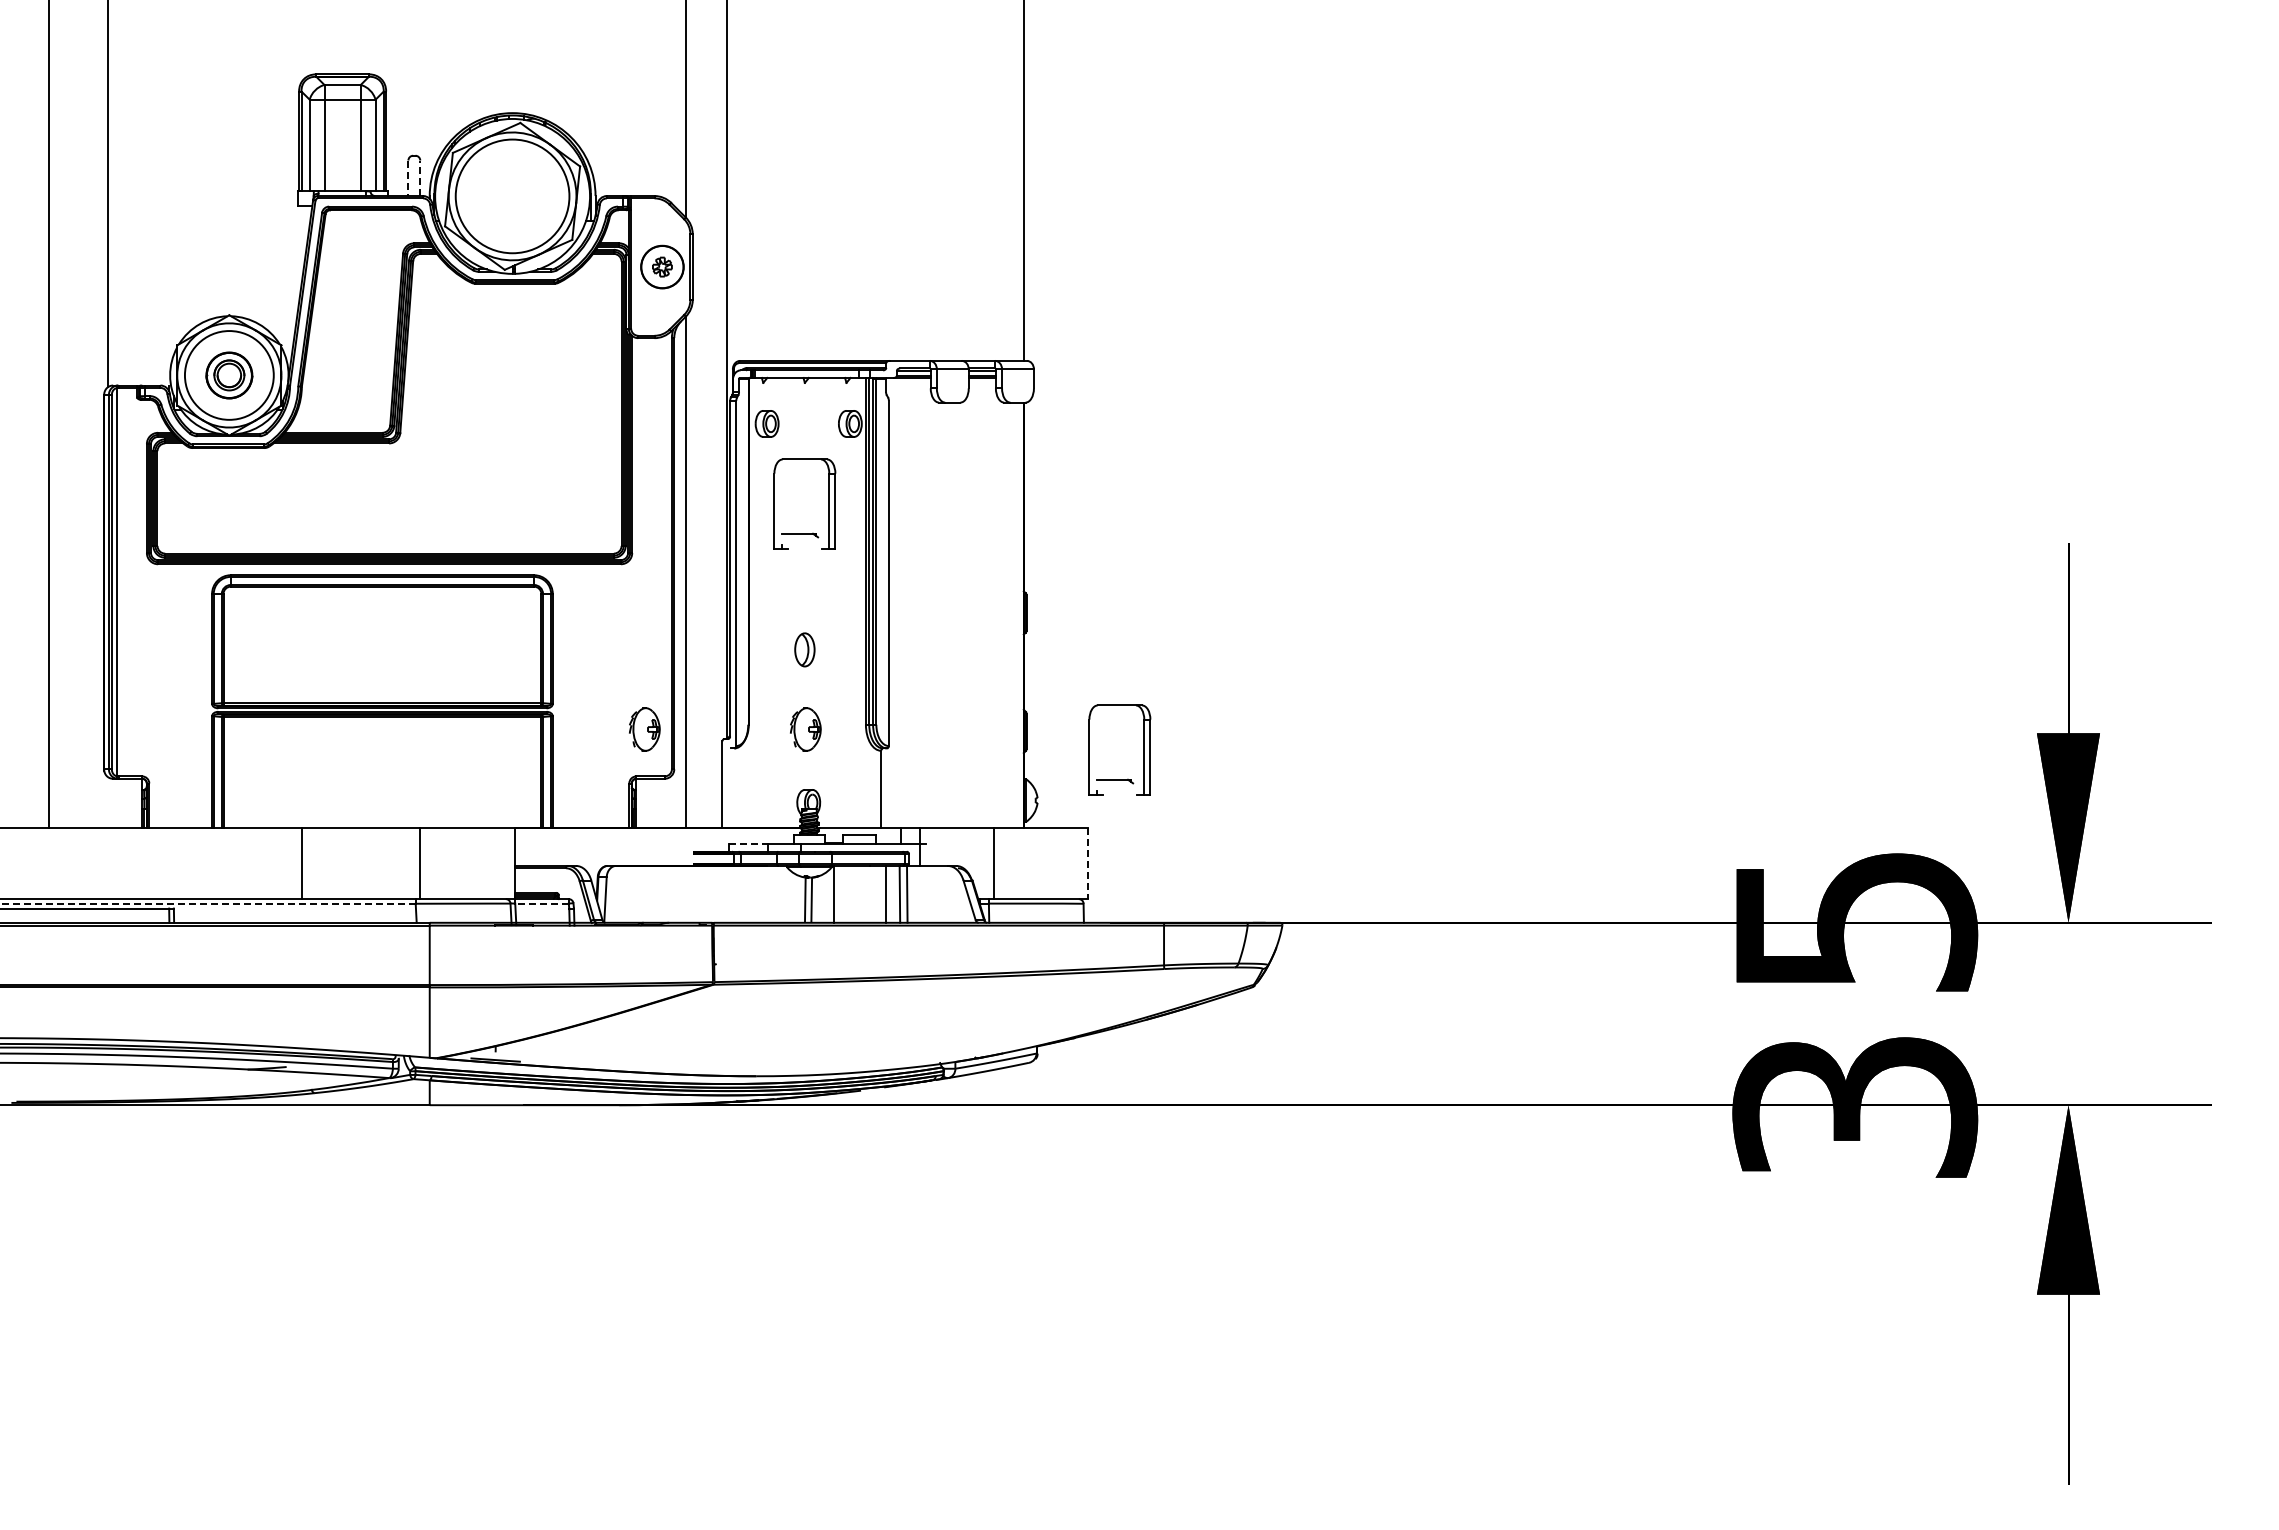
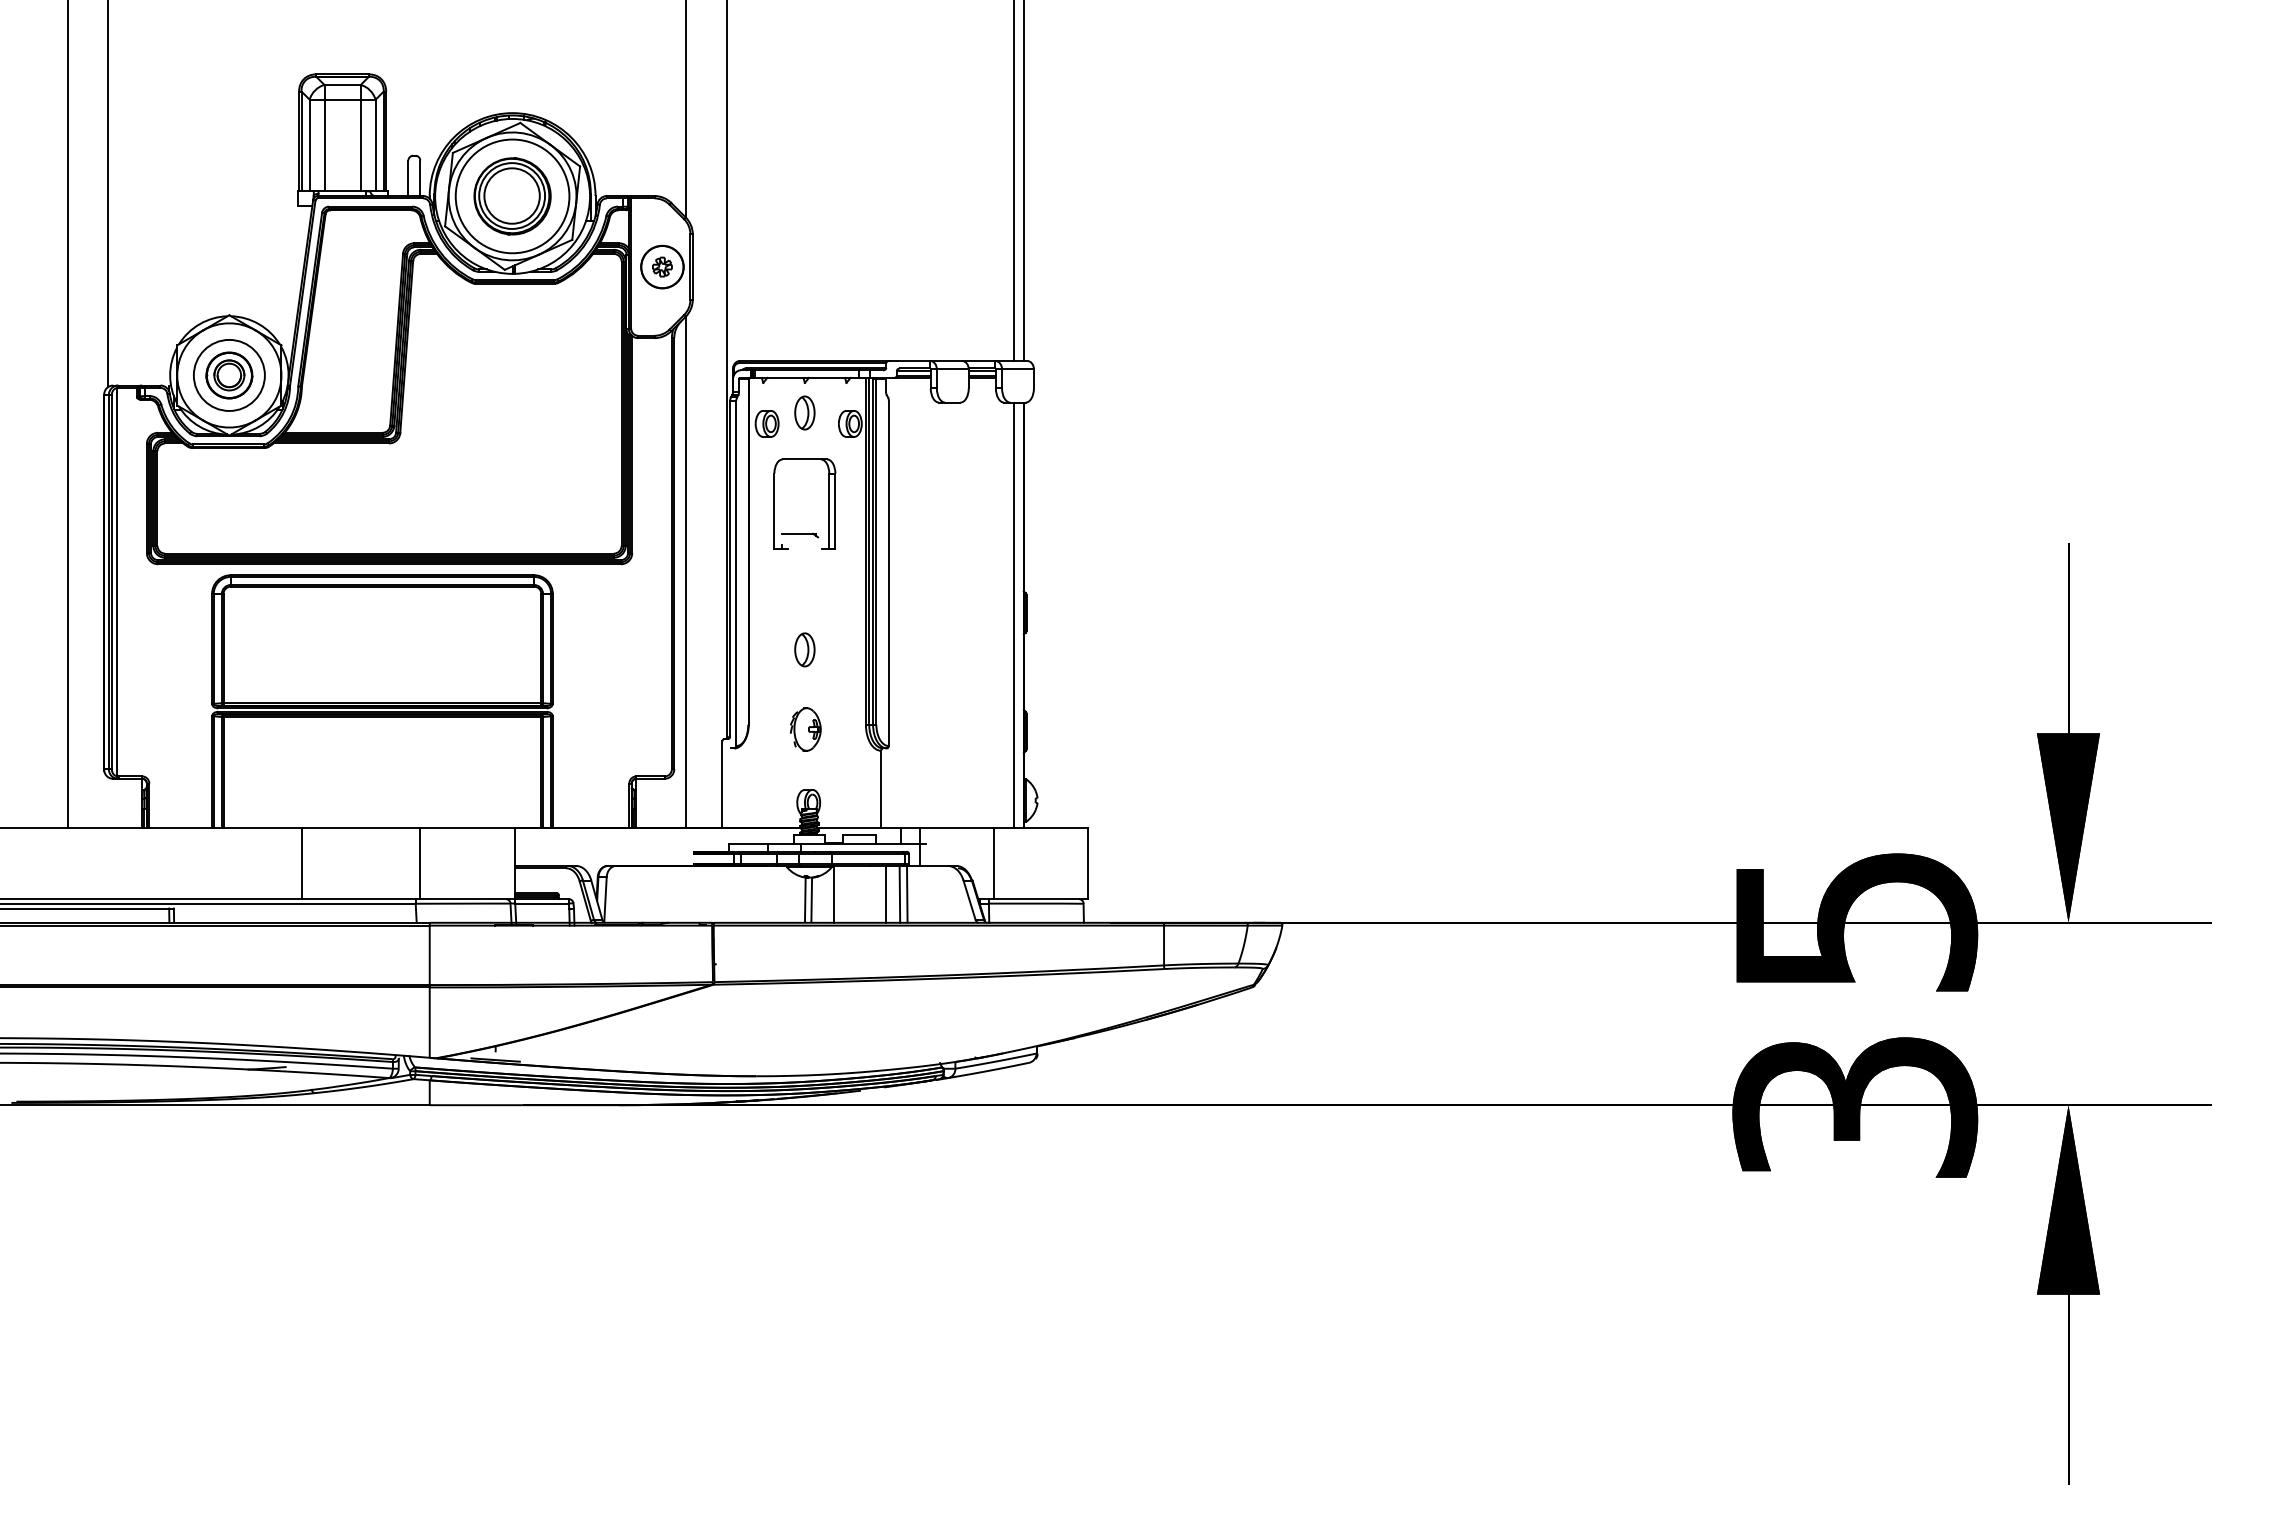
line at (408, 178): dashed -> solid
line at (420, 178): dashed -> solid
line at (1014, 181): none -> present
part at (512, 196): none -> present
circle at (228, 375) diameter: 89 px -> 71 px
part at (804, 412): none -> present
line at (49, 415) position: (49, 415) -> (68, 415)
line at (1014, 615): none -> present
part at (644, 729): present -> none
part at (1143, 749): present -> none
line at (749, 844): dashed -> solid
line at (1088, 863): dashed -> solid
line at (207, 903): dashed -> solid
line at (542, 903): dashed -> solid
